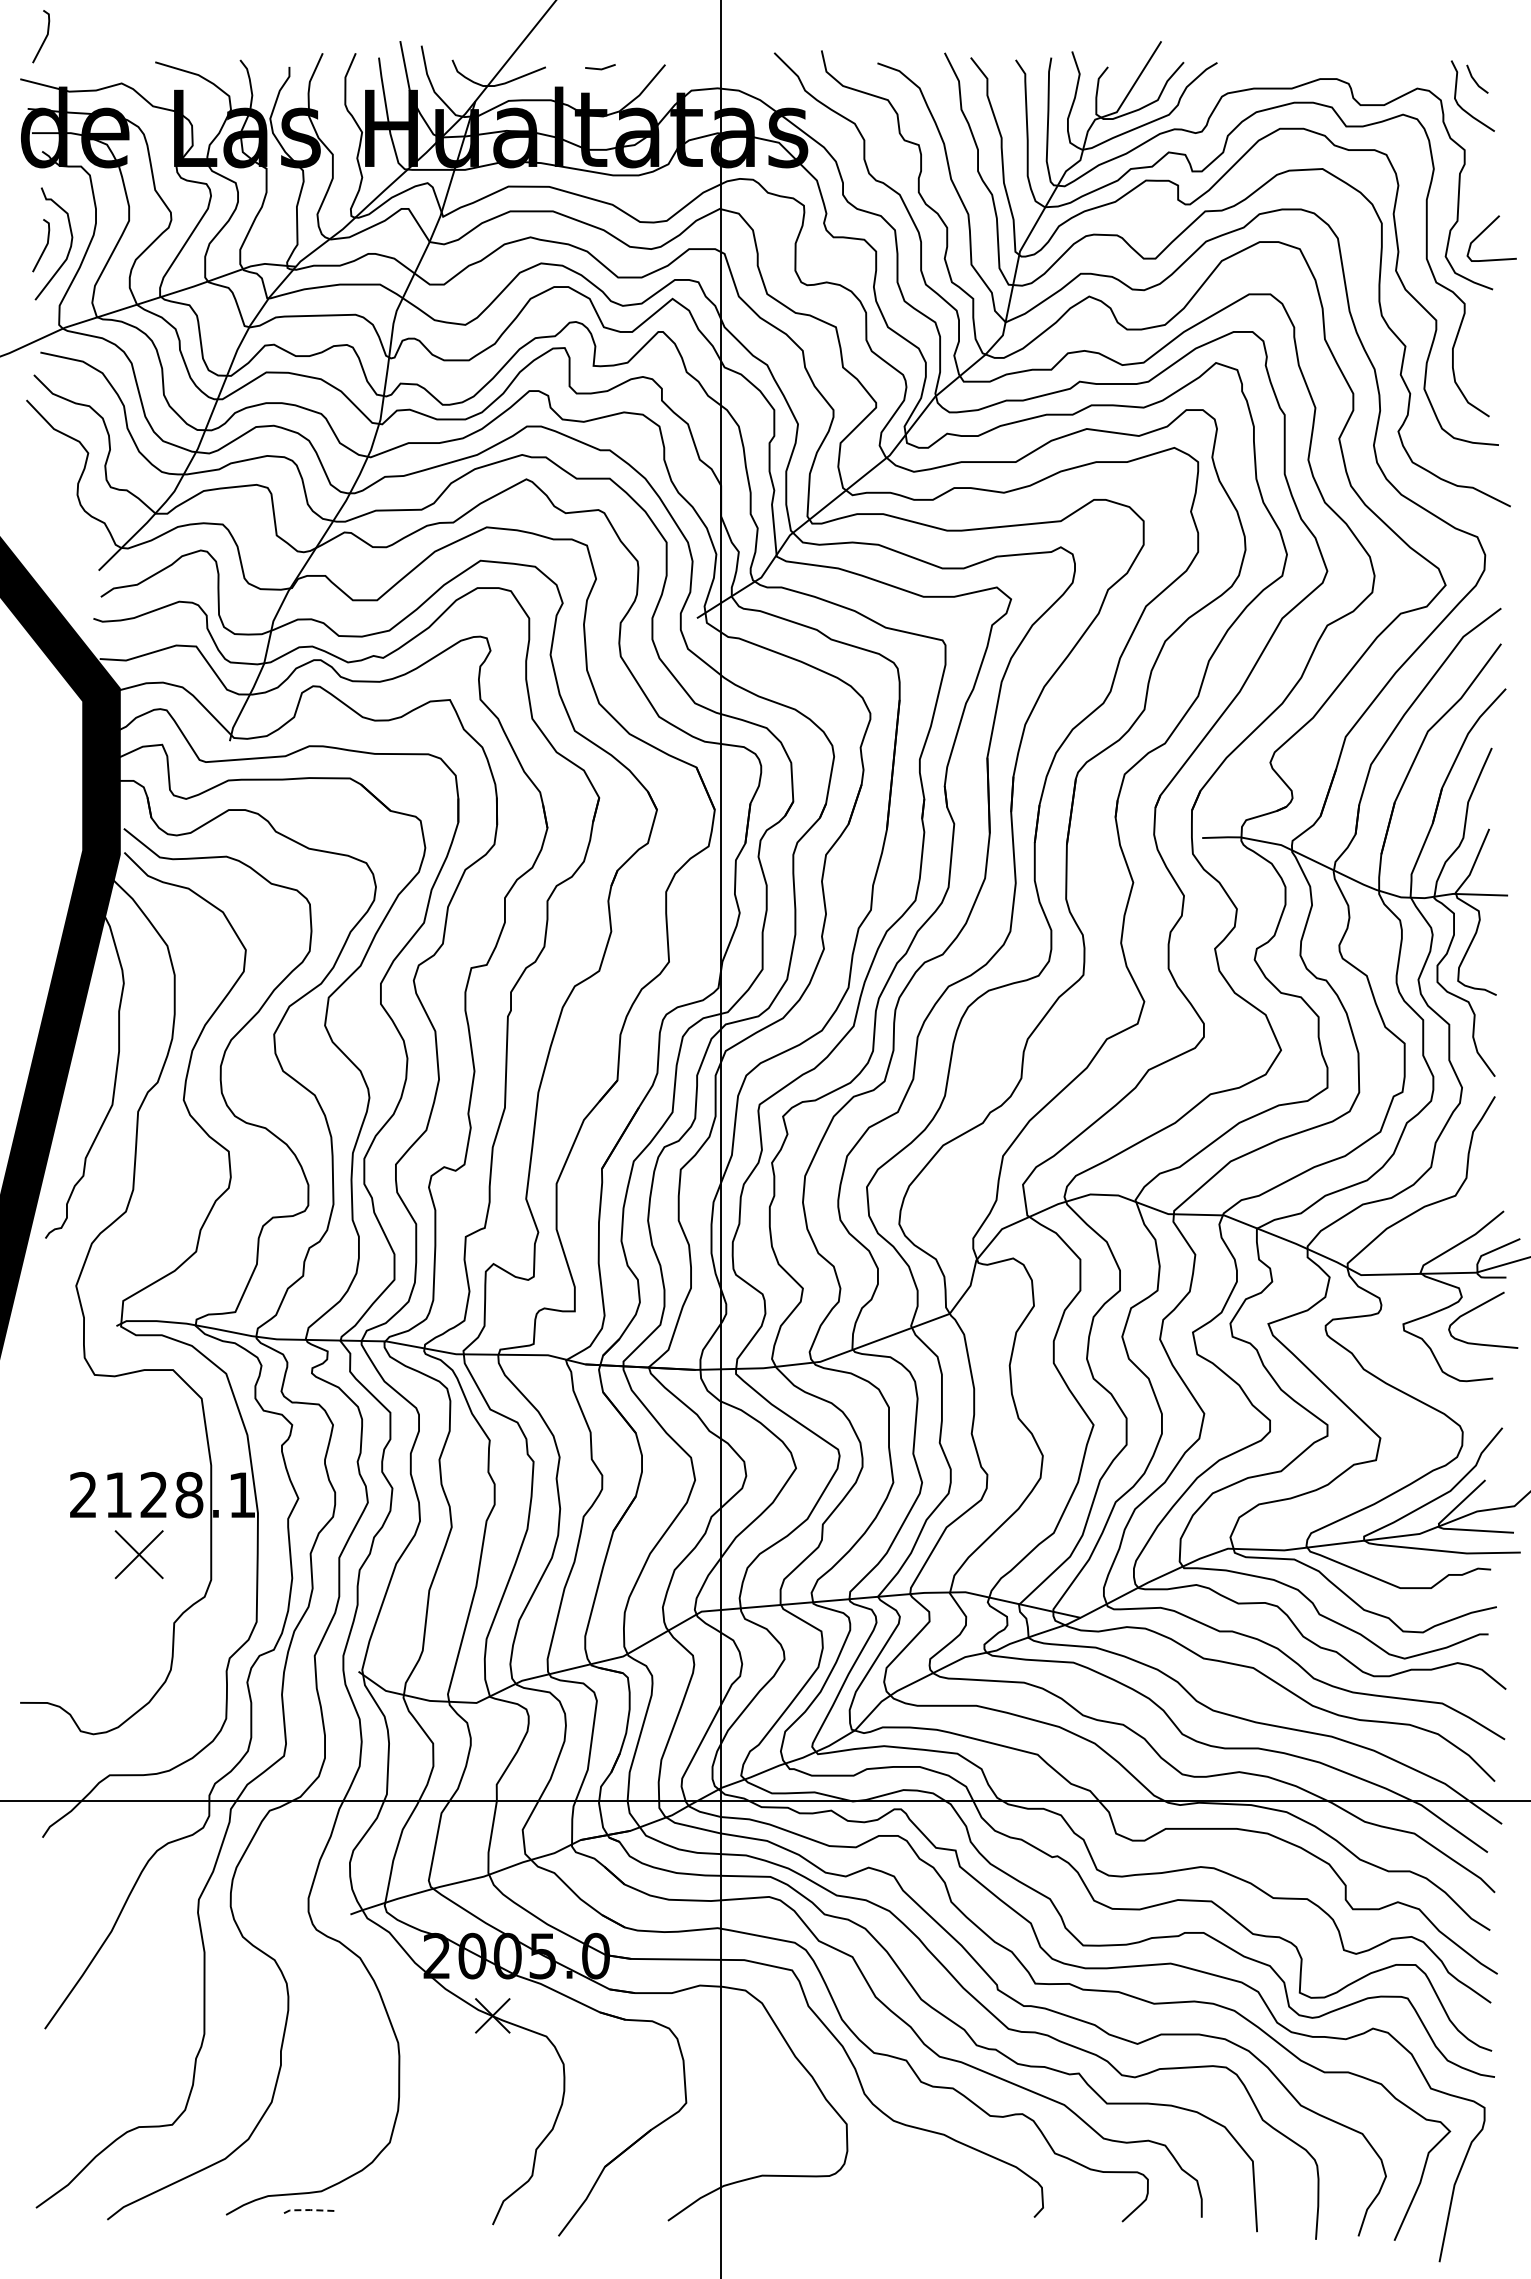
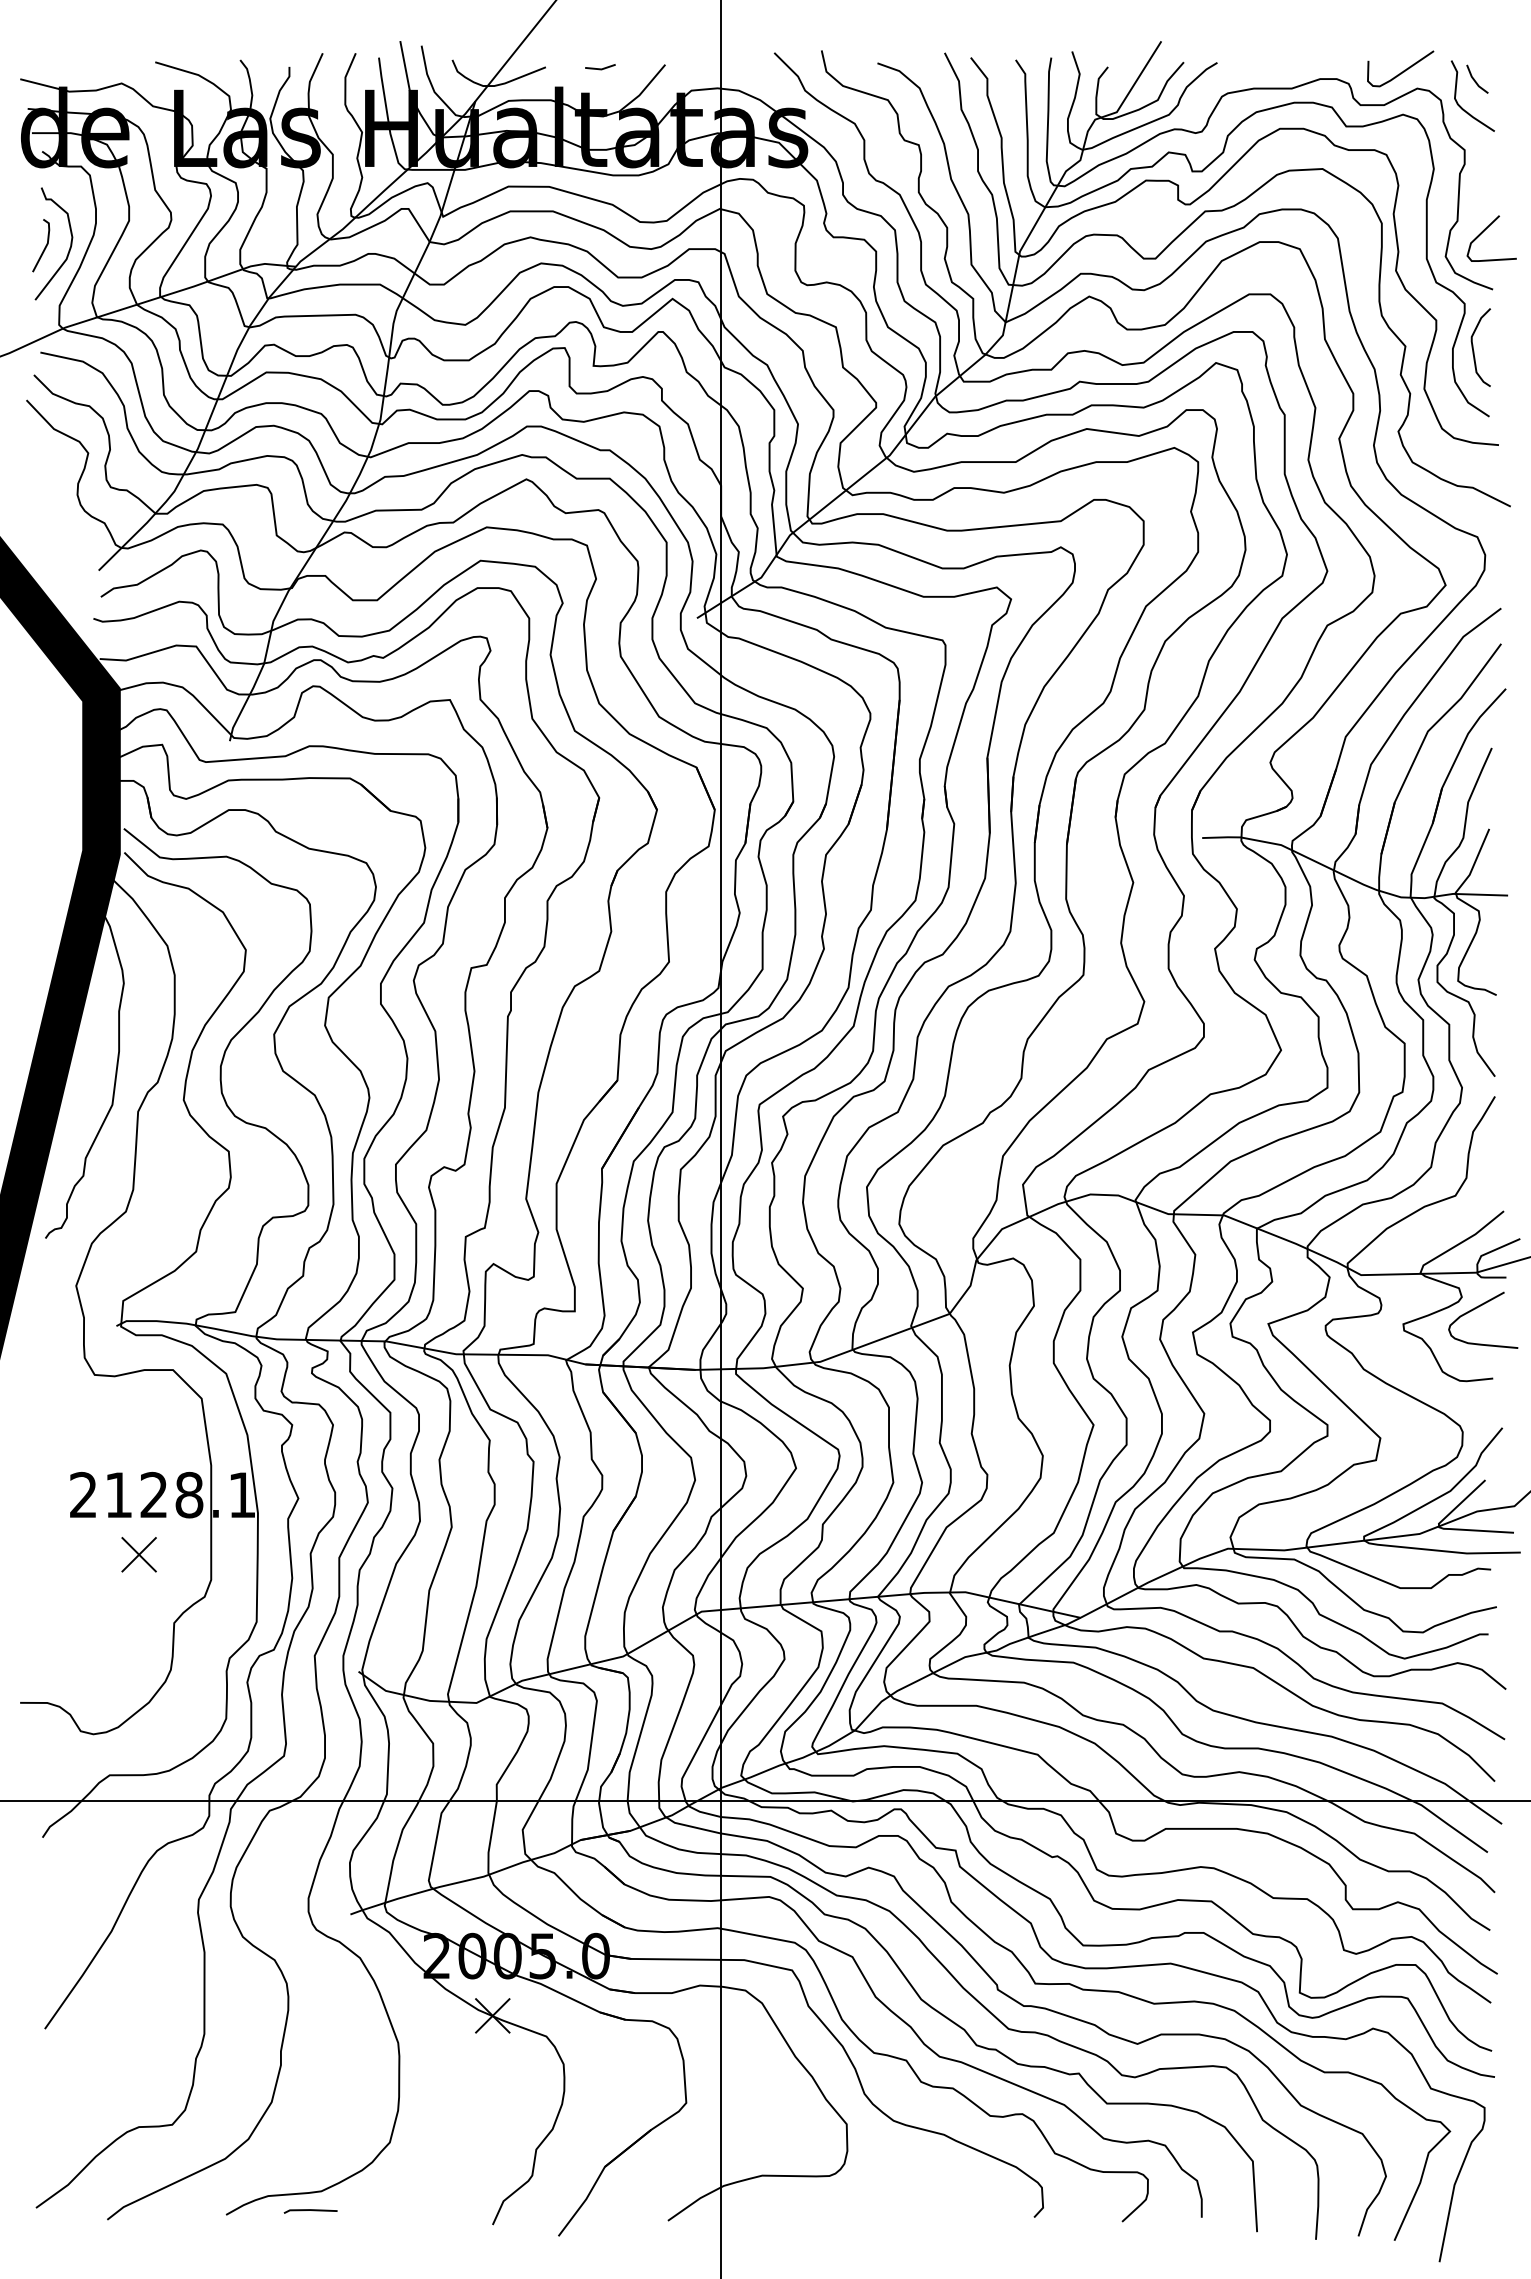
line at (44, 38): present -> none
curve at (1403, 70): none -> present
curve at (1473, 347): none -> present
part at (138, 1554) size: 50x50 px -> 36x36 px
line at (310, 2210): dashed -> solid
